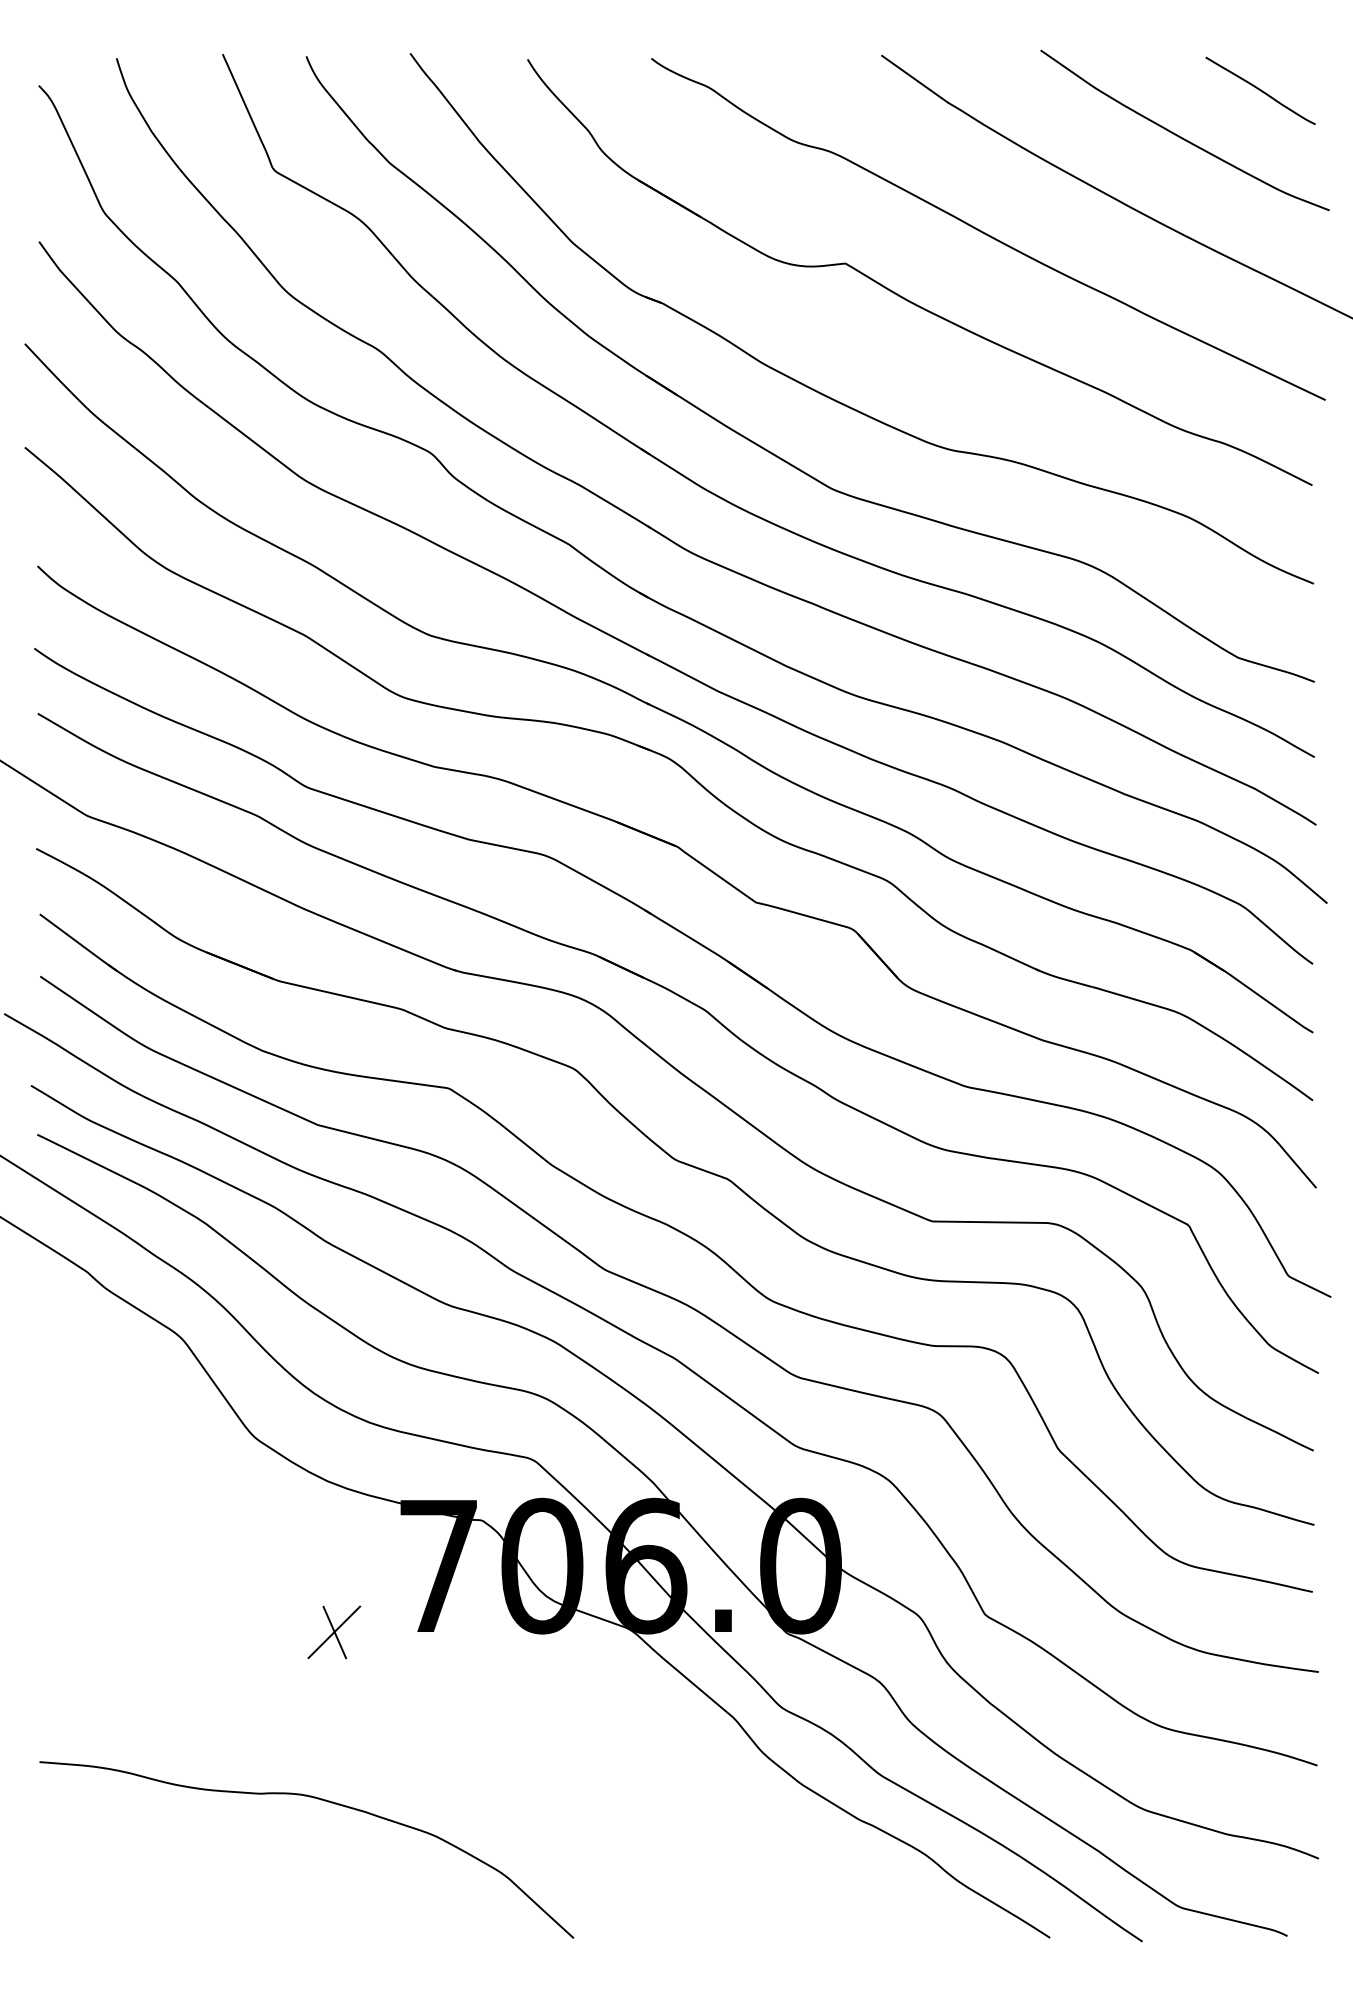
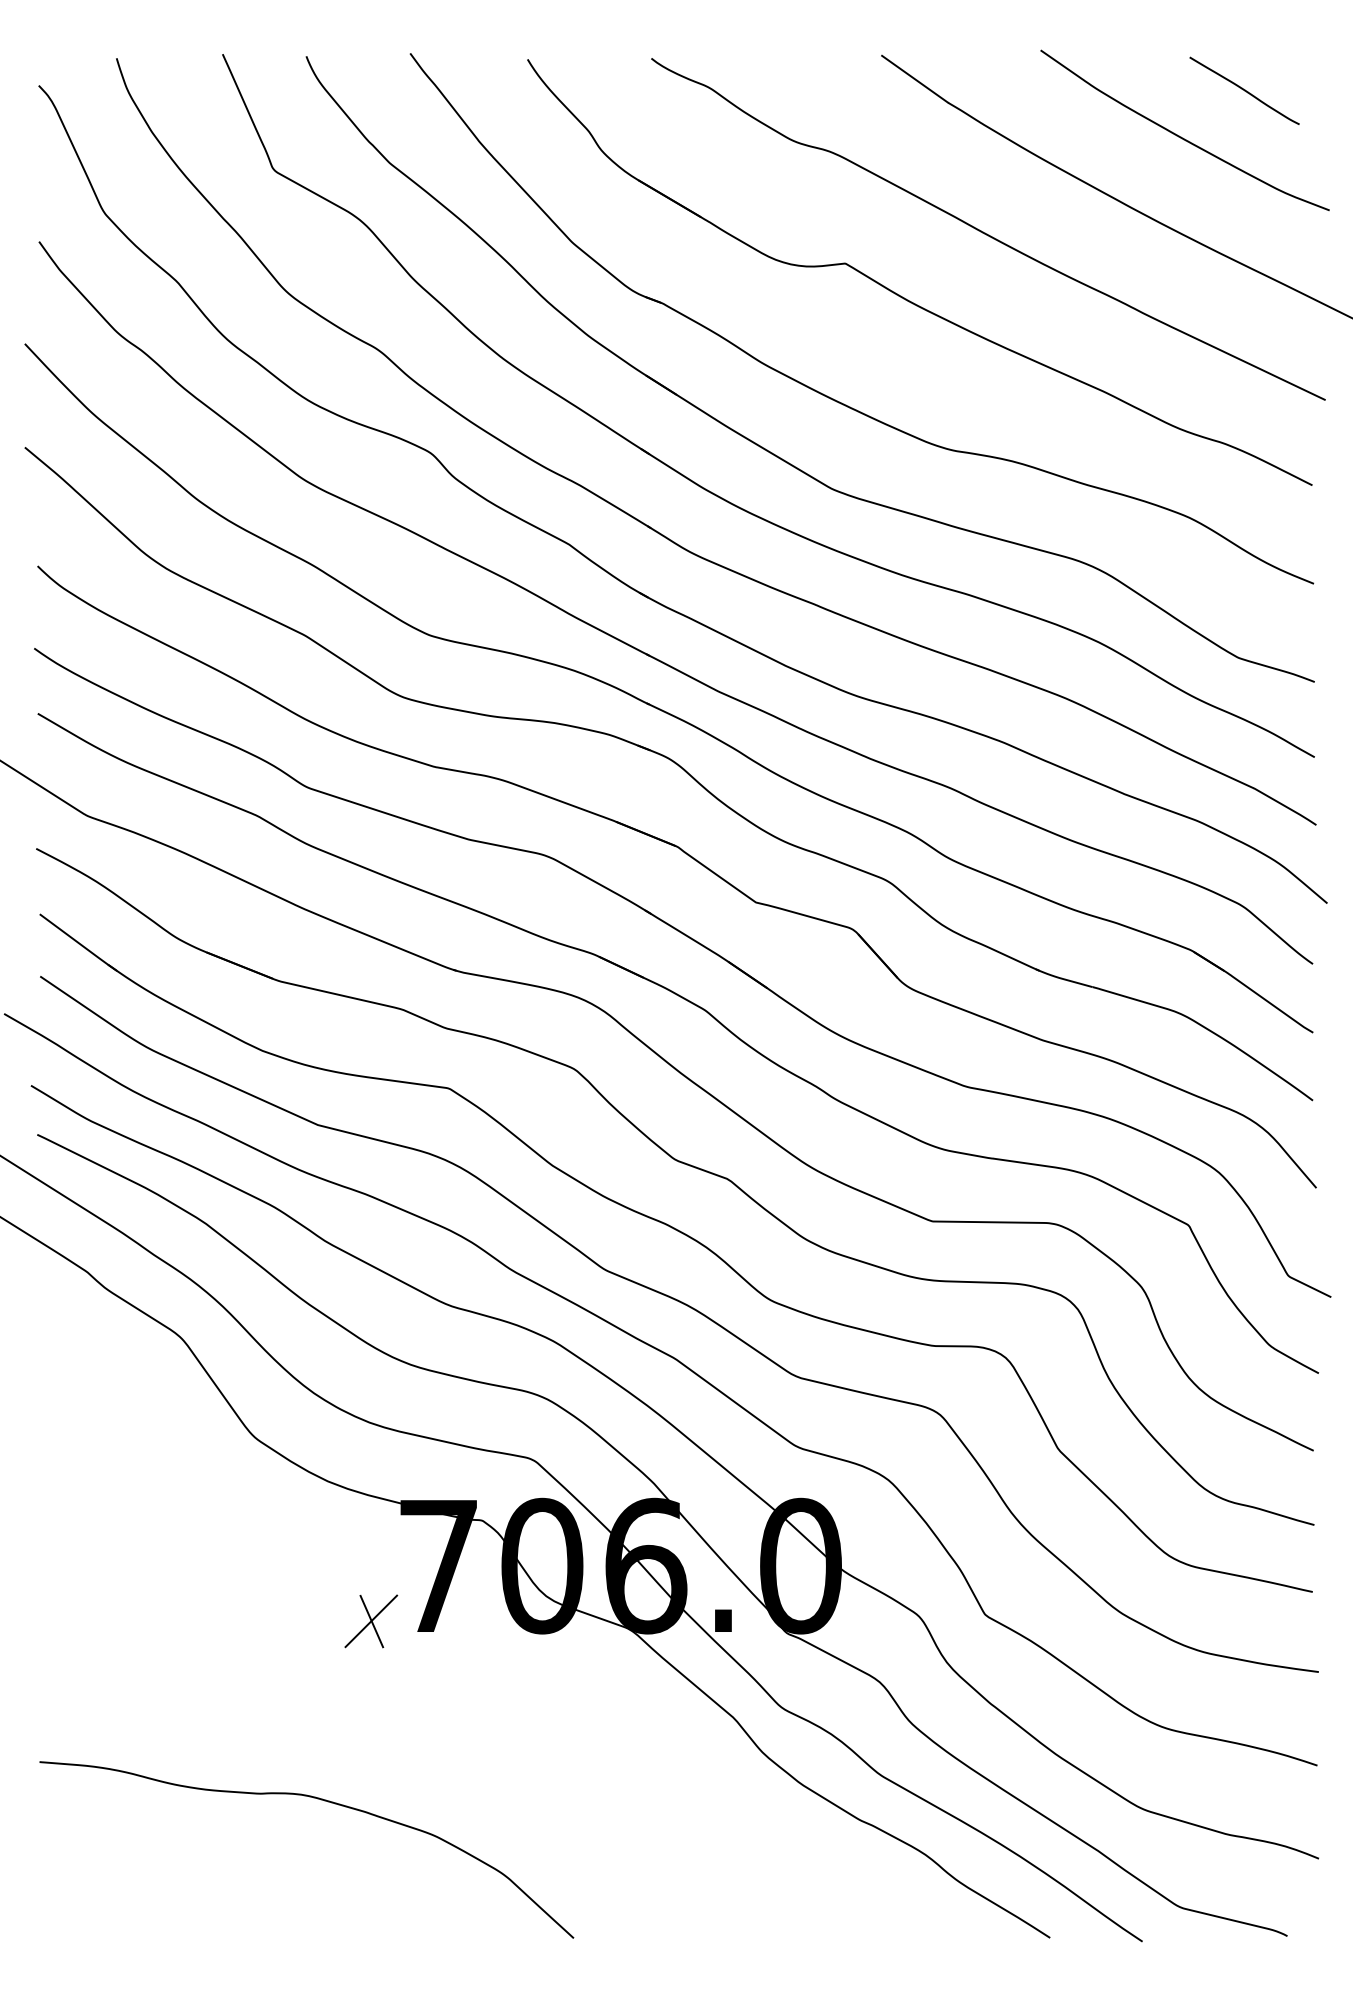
curve at (1260, 90) position: (1260, 90) -> (1244, 90)
part at (334, 1632) position: (334, 1632) -> (371, 1621)
